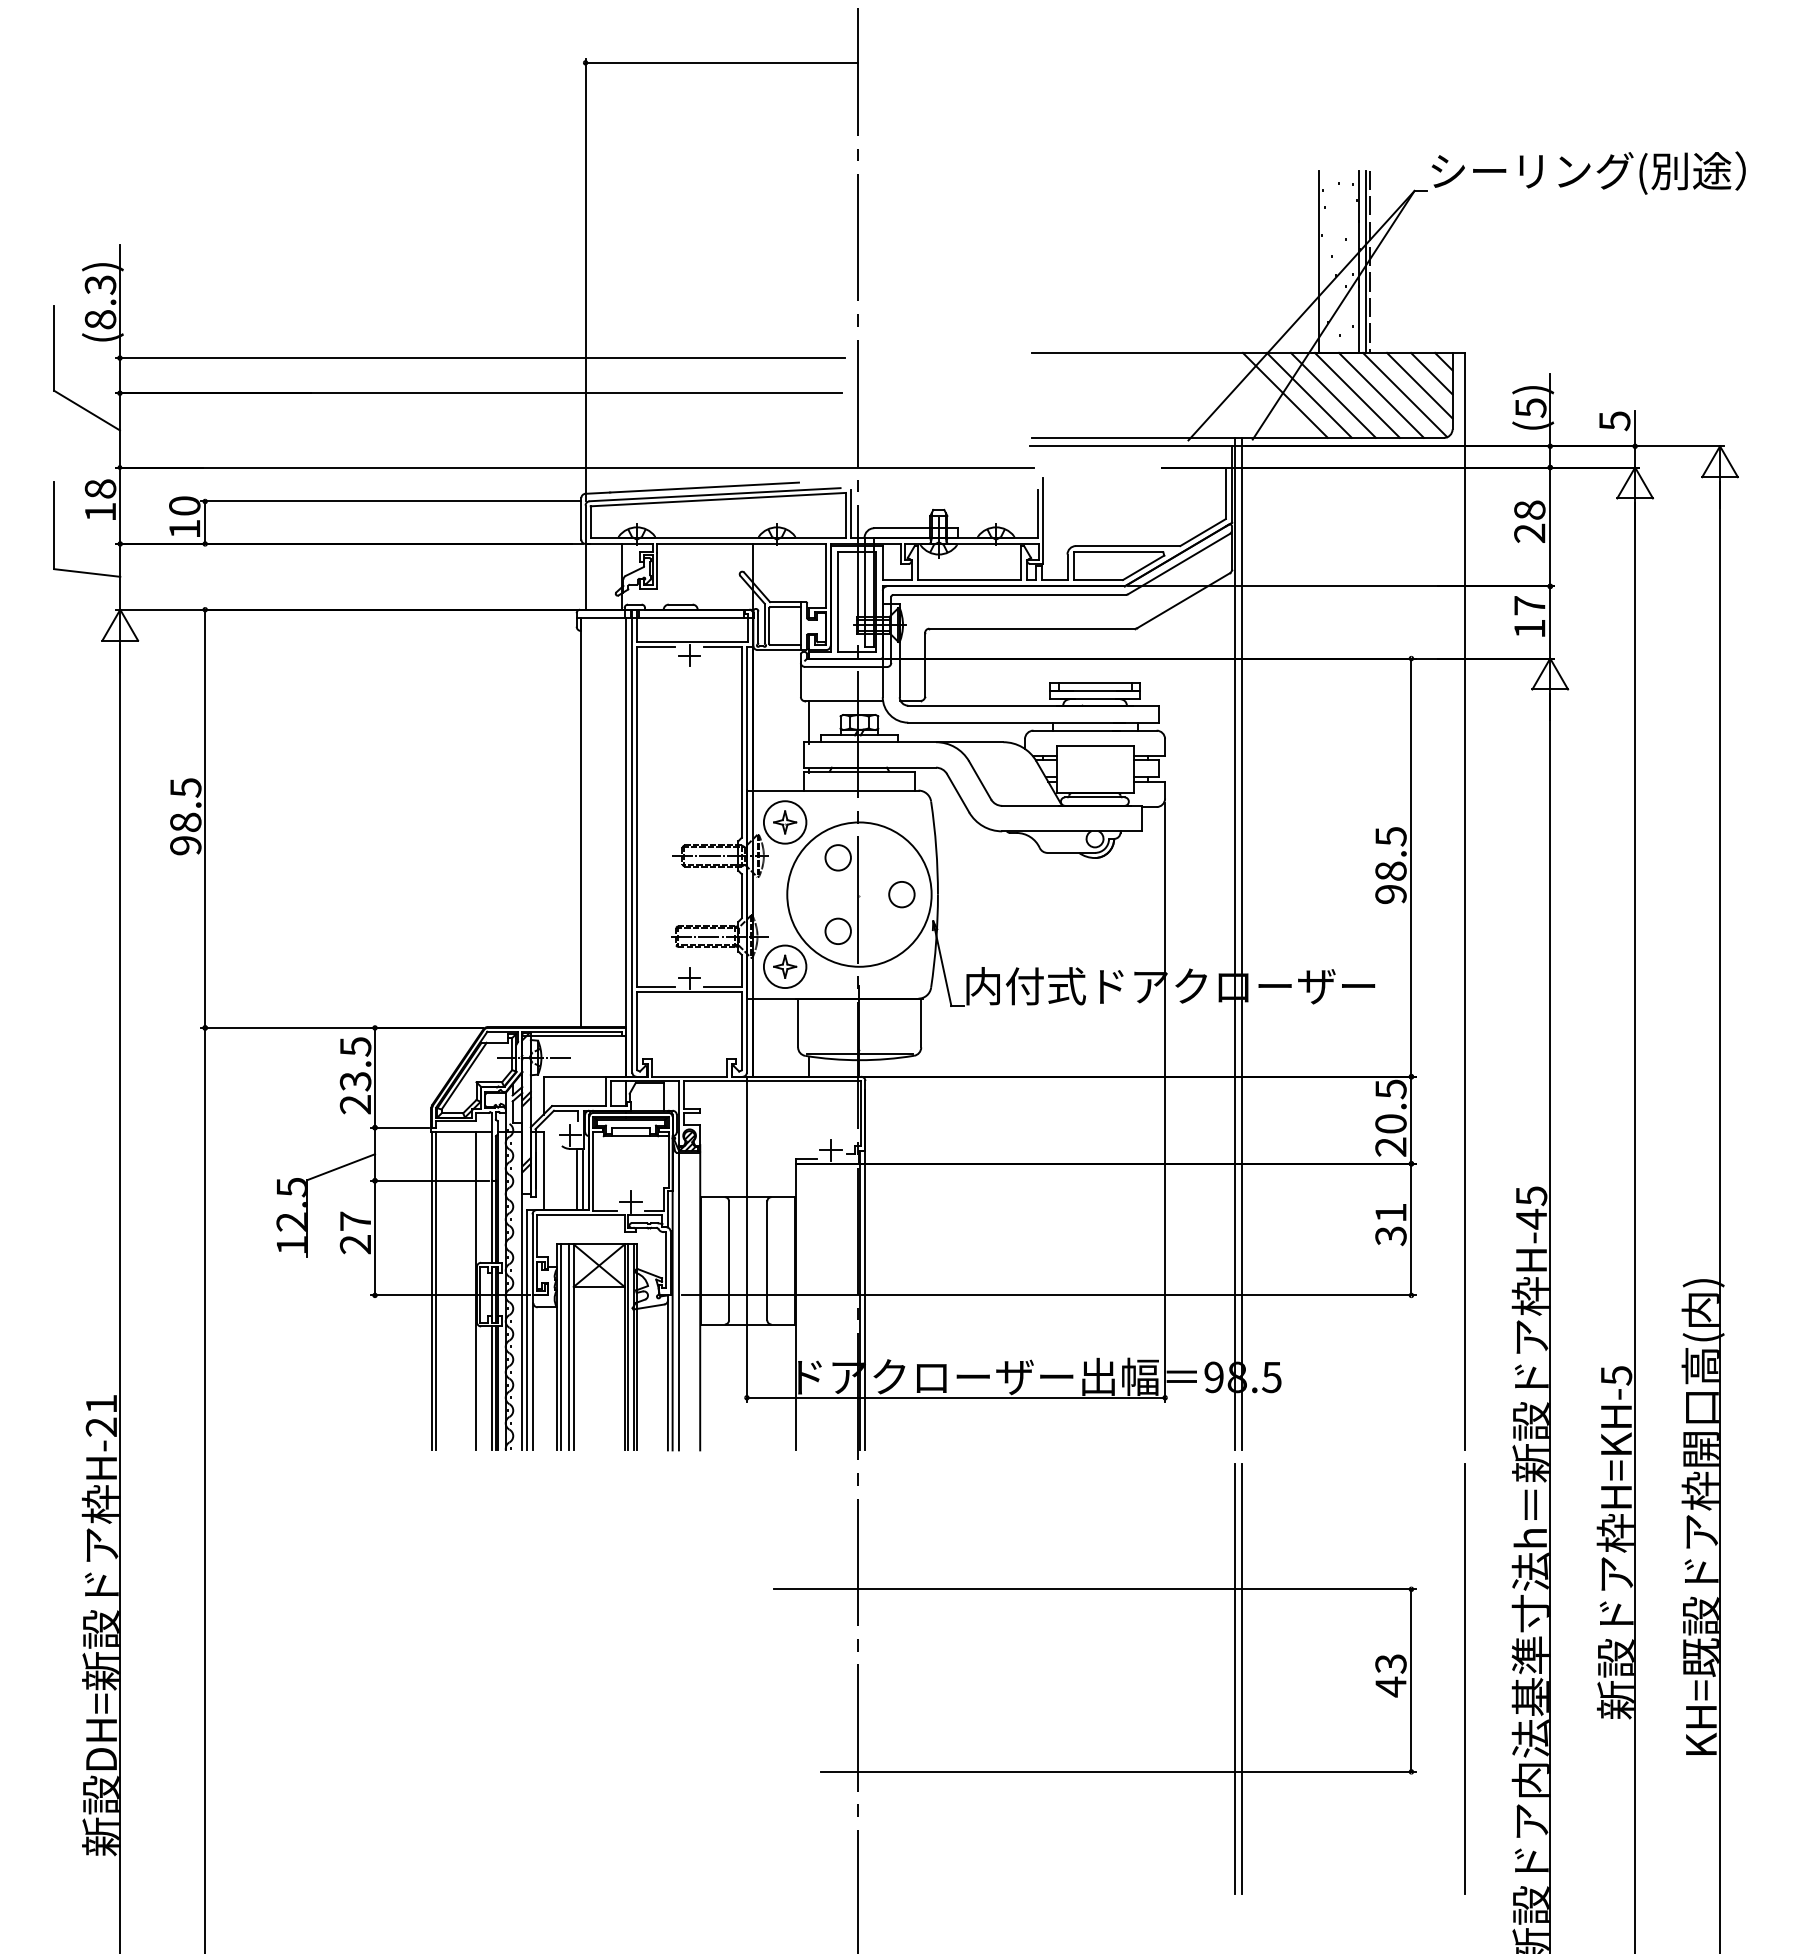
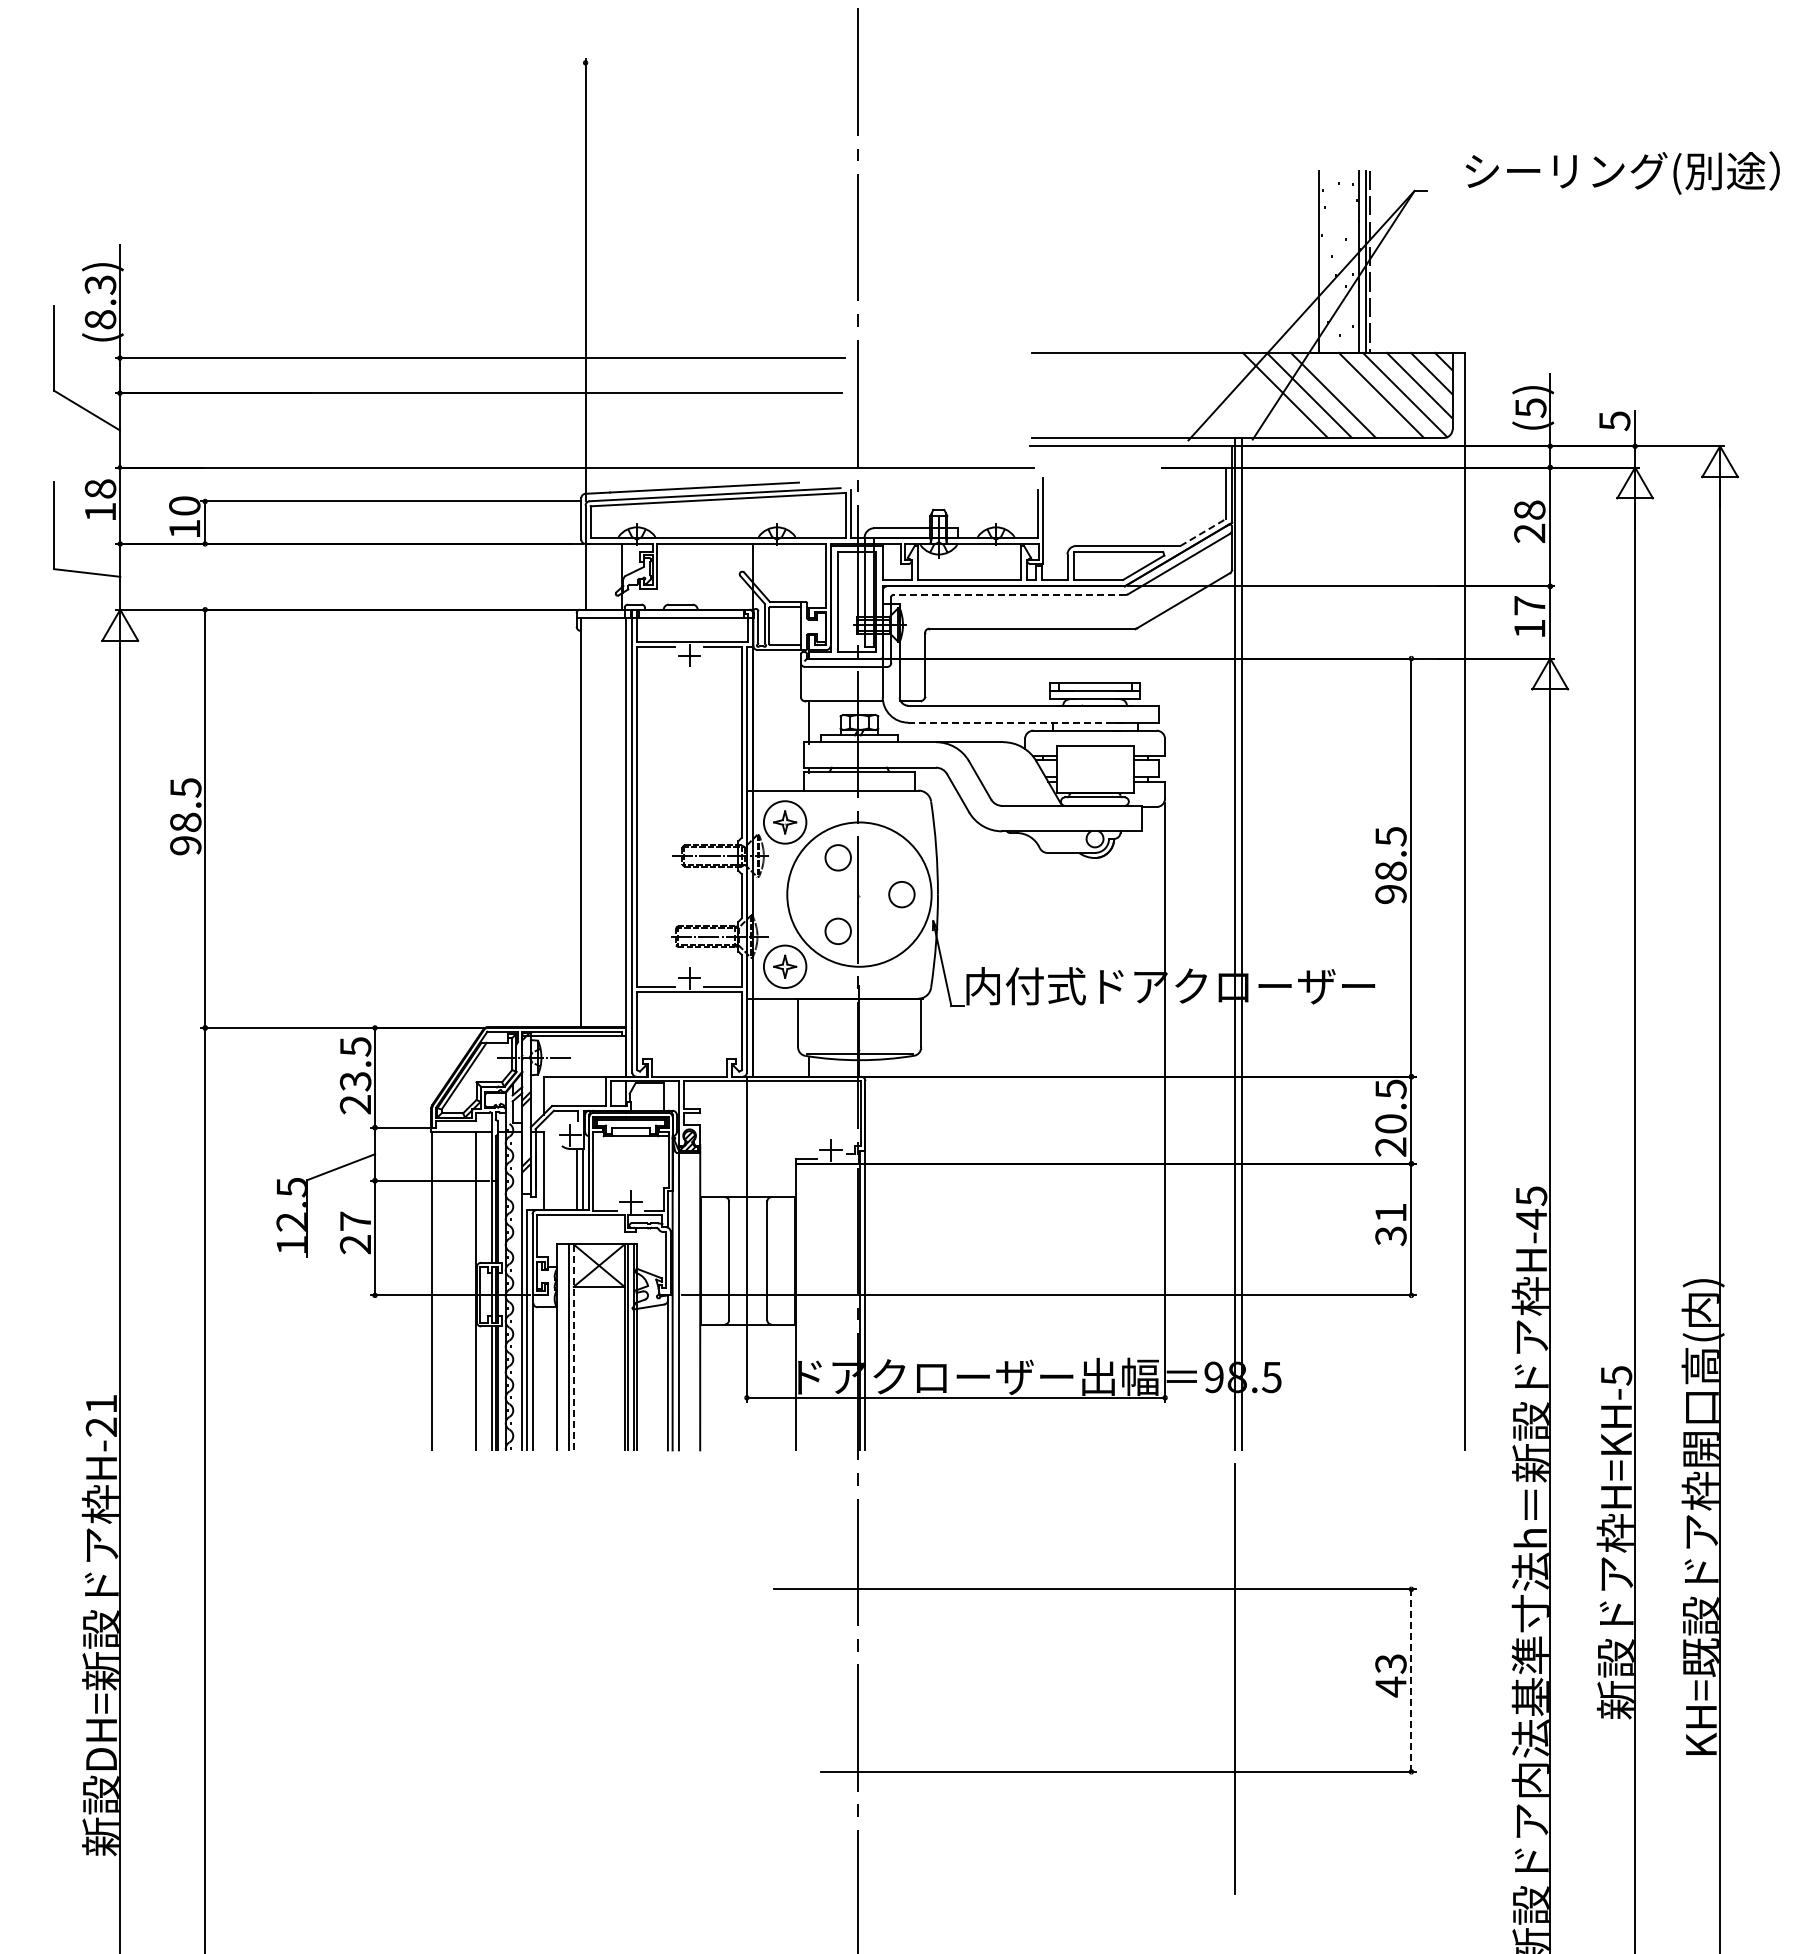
line at (721, 62): present -> none
text at (1588, 172) position: (1588, 172) -> (1622, 172)
line at (1356, 394): present -> none
line at (1203, 532): solid -> dashed
line at (1009, 594): solid -> dashed
line at (1017, 722): solid -> dashed
line at (435, 1290): present -> none
line at (560, 1347): present -> none
line at (573, 1347): solid -> dashed
line at (1241, 1678): present -> none
line at (1464, 1678): present -> none
line at (1411, 1681): solid -> dashed
